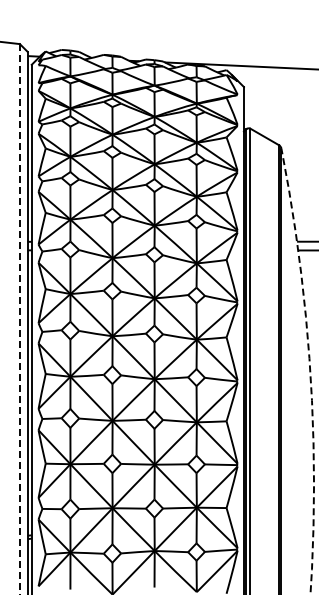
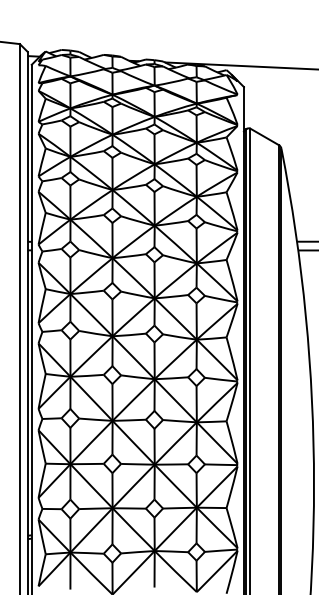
line at (19, 319): dashed -> solid
arc at (310, 371): dashed -> solid
